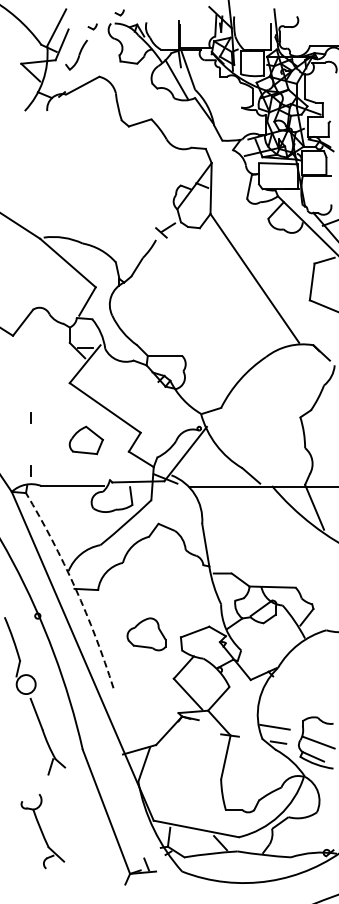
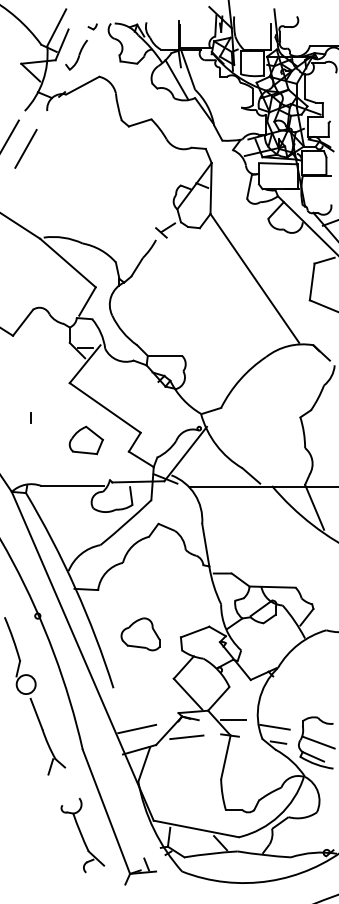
part at (119, 12): present -> none
line at (10, 135): none -> present
line at (25, 148): none -> present
line at (30, 470): present -> none
arc at (75, 588): dashed -> solid
part at (146, 634) position: (146, 634) -> (140, 634)
line at (233, 720): none -> present
line at (137, 728): none -> present
line at (186, 737): none -> present
part at (42, 831) position: (42, 831) -> (82, 835)
